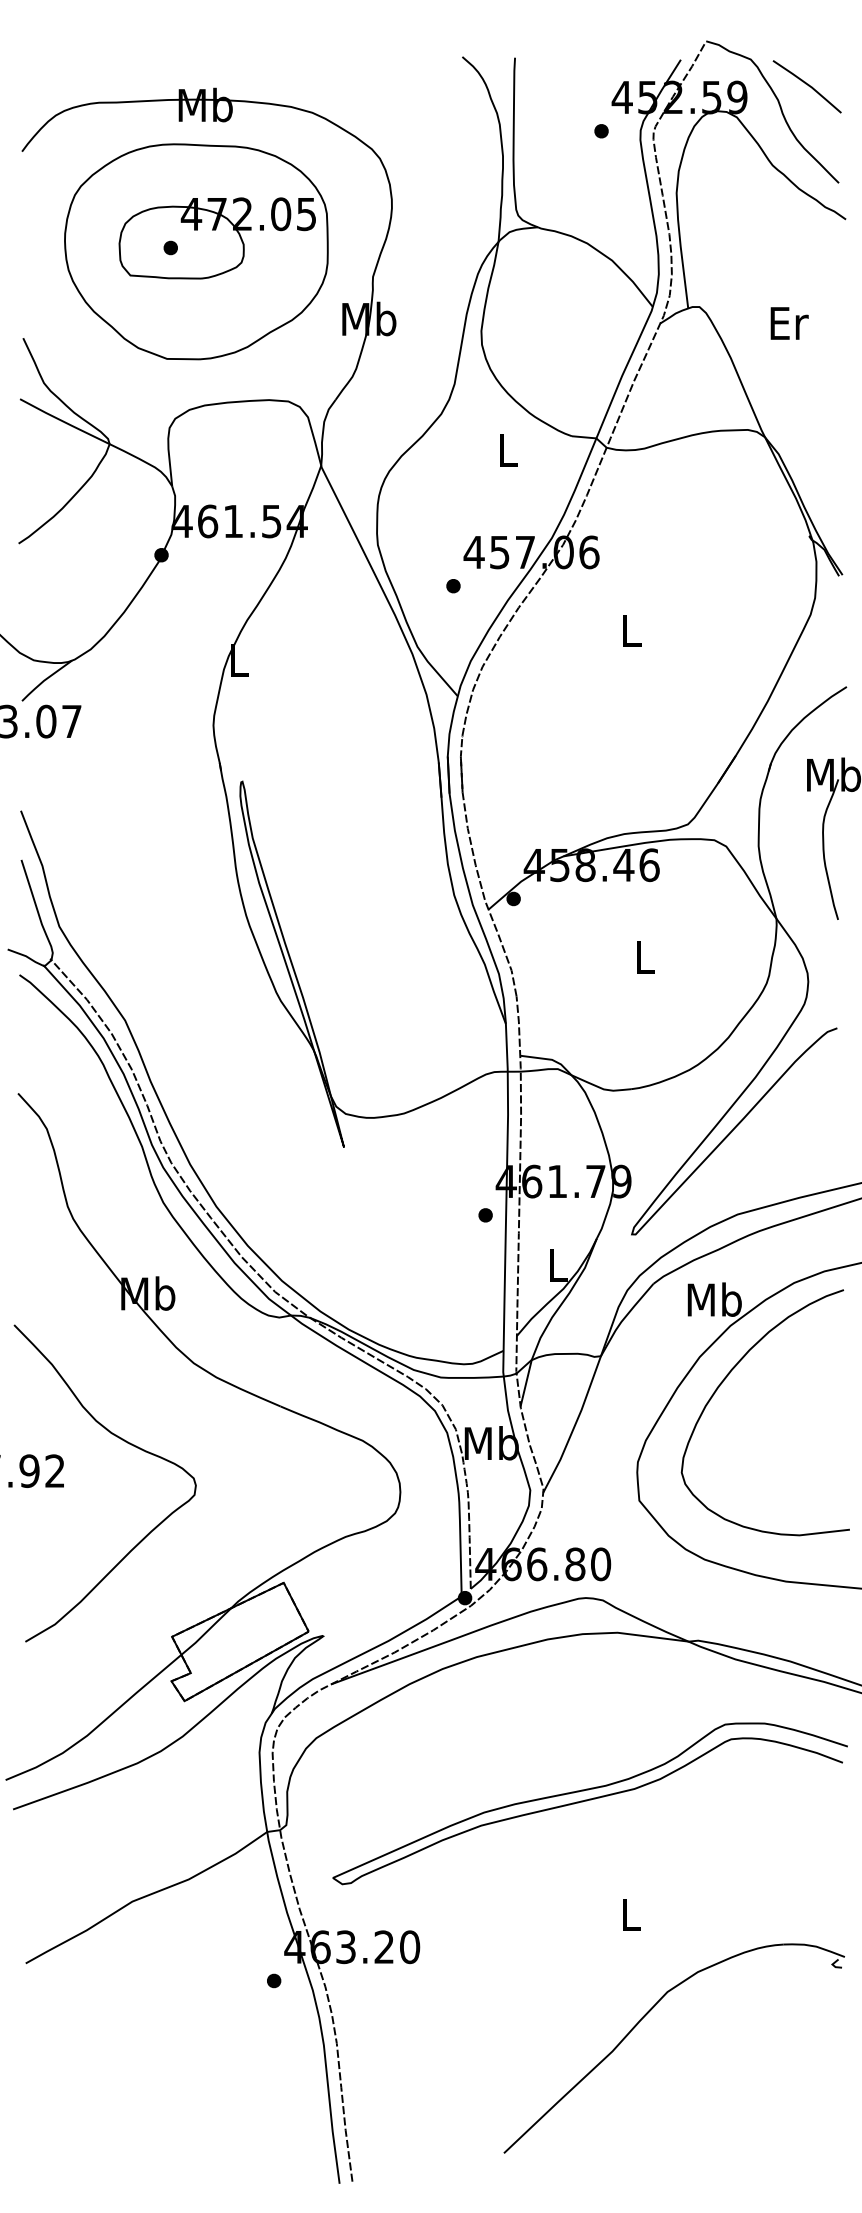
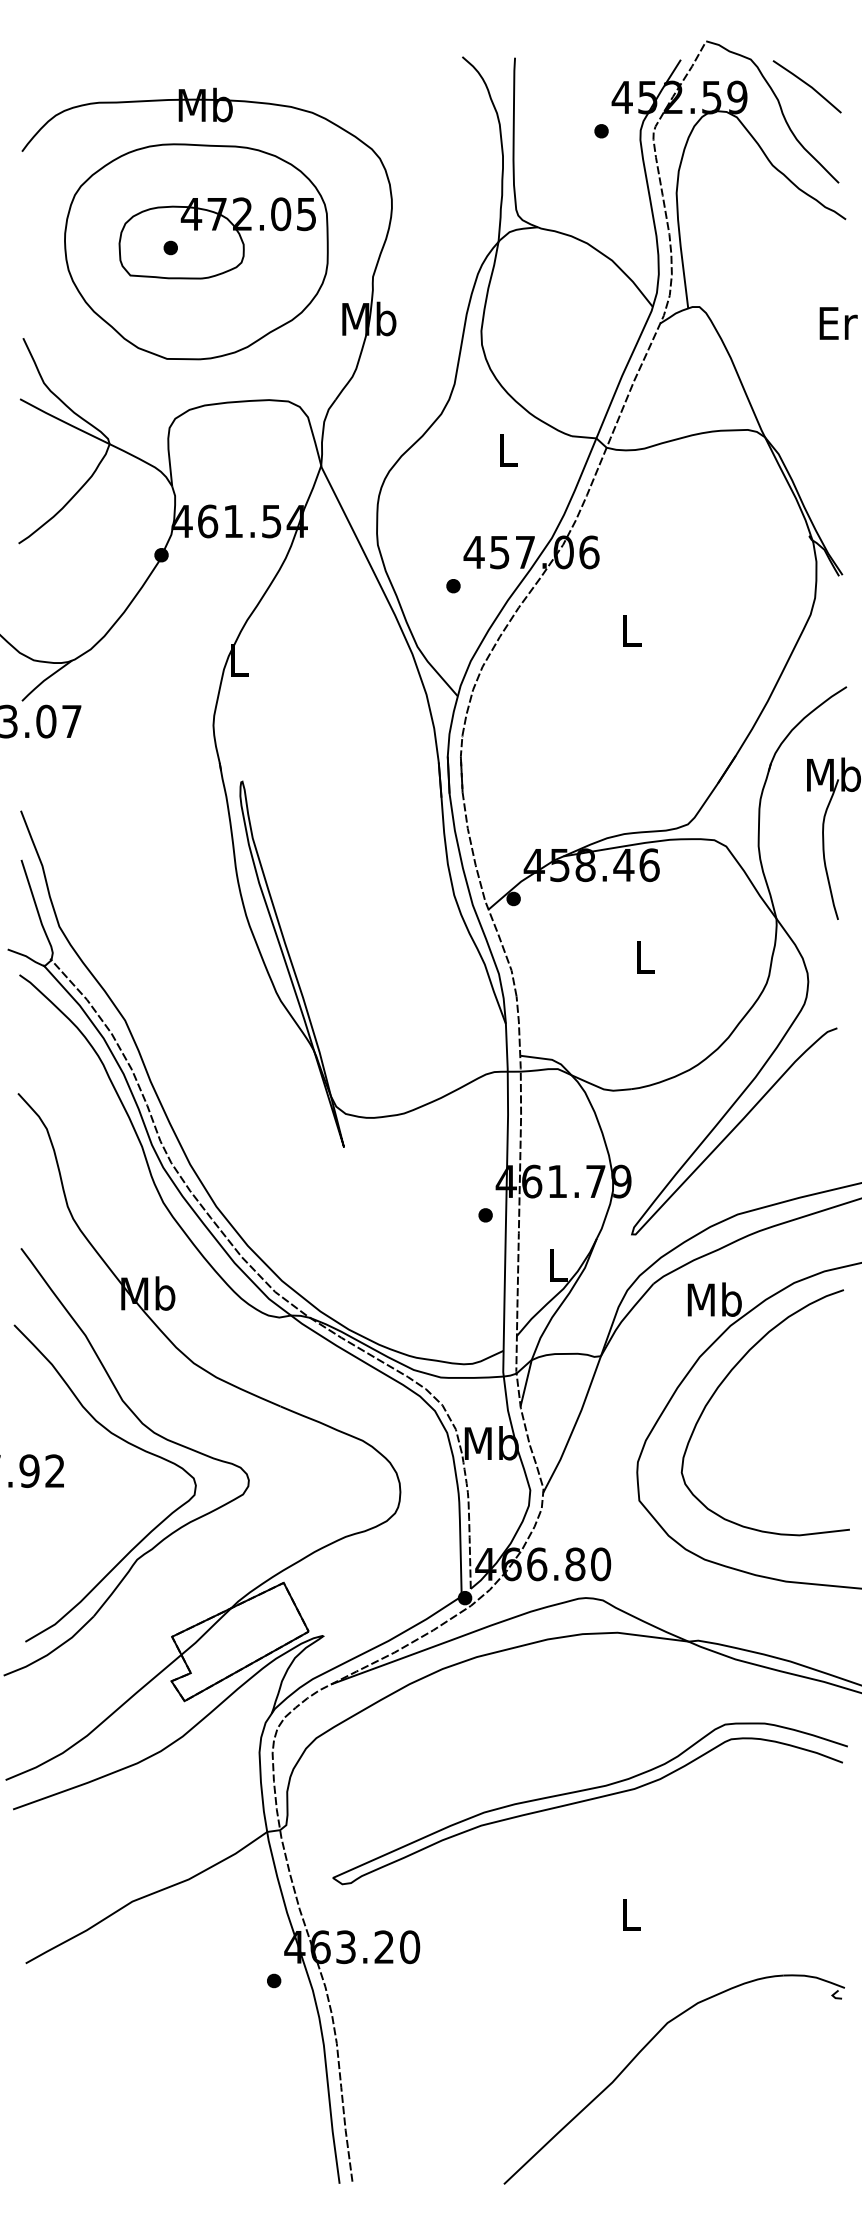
text at (789, 323) position: (789, 323) -> (838, 323)
part at (150, 1431): none -> present
part at (643, 2018) position: (643, 2018) -> (643, 2049)
